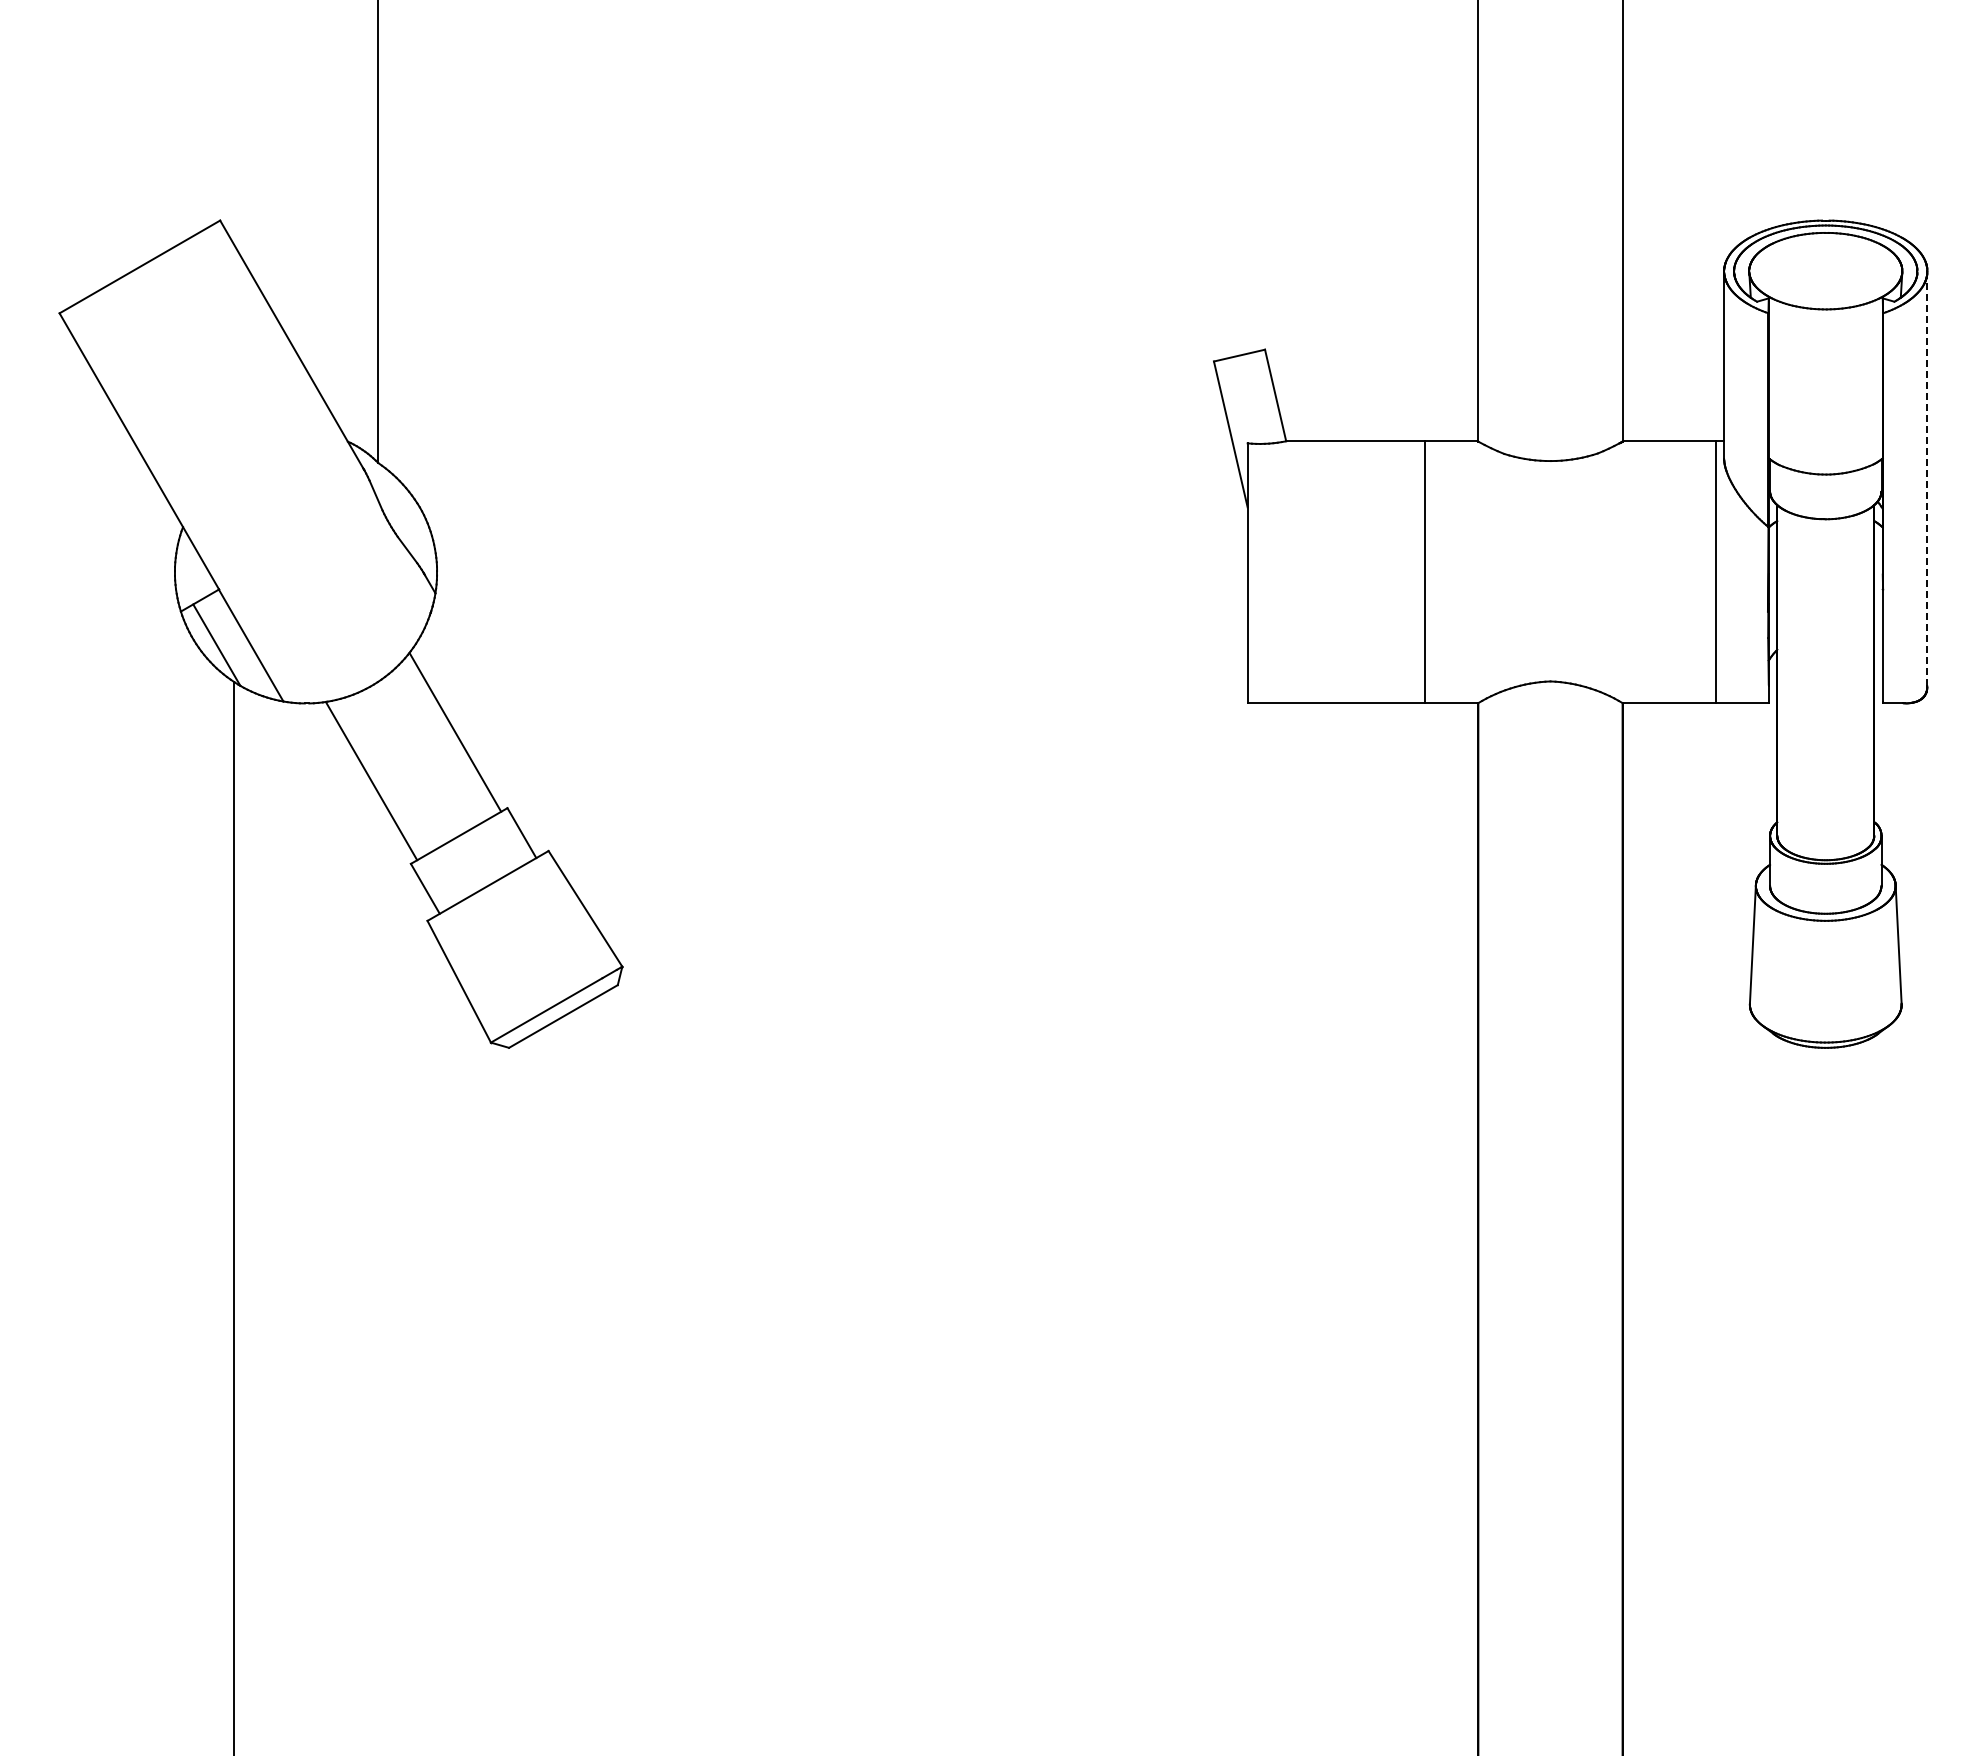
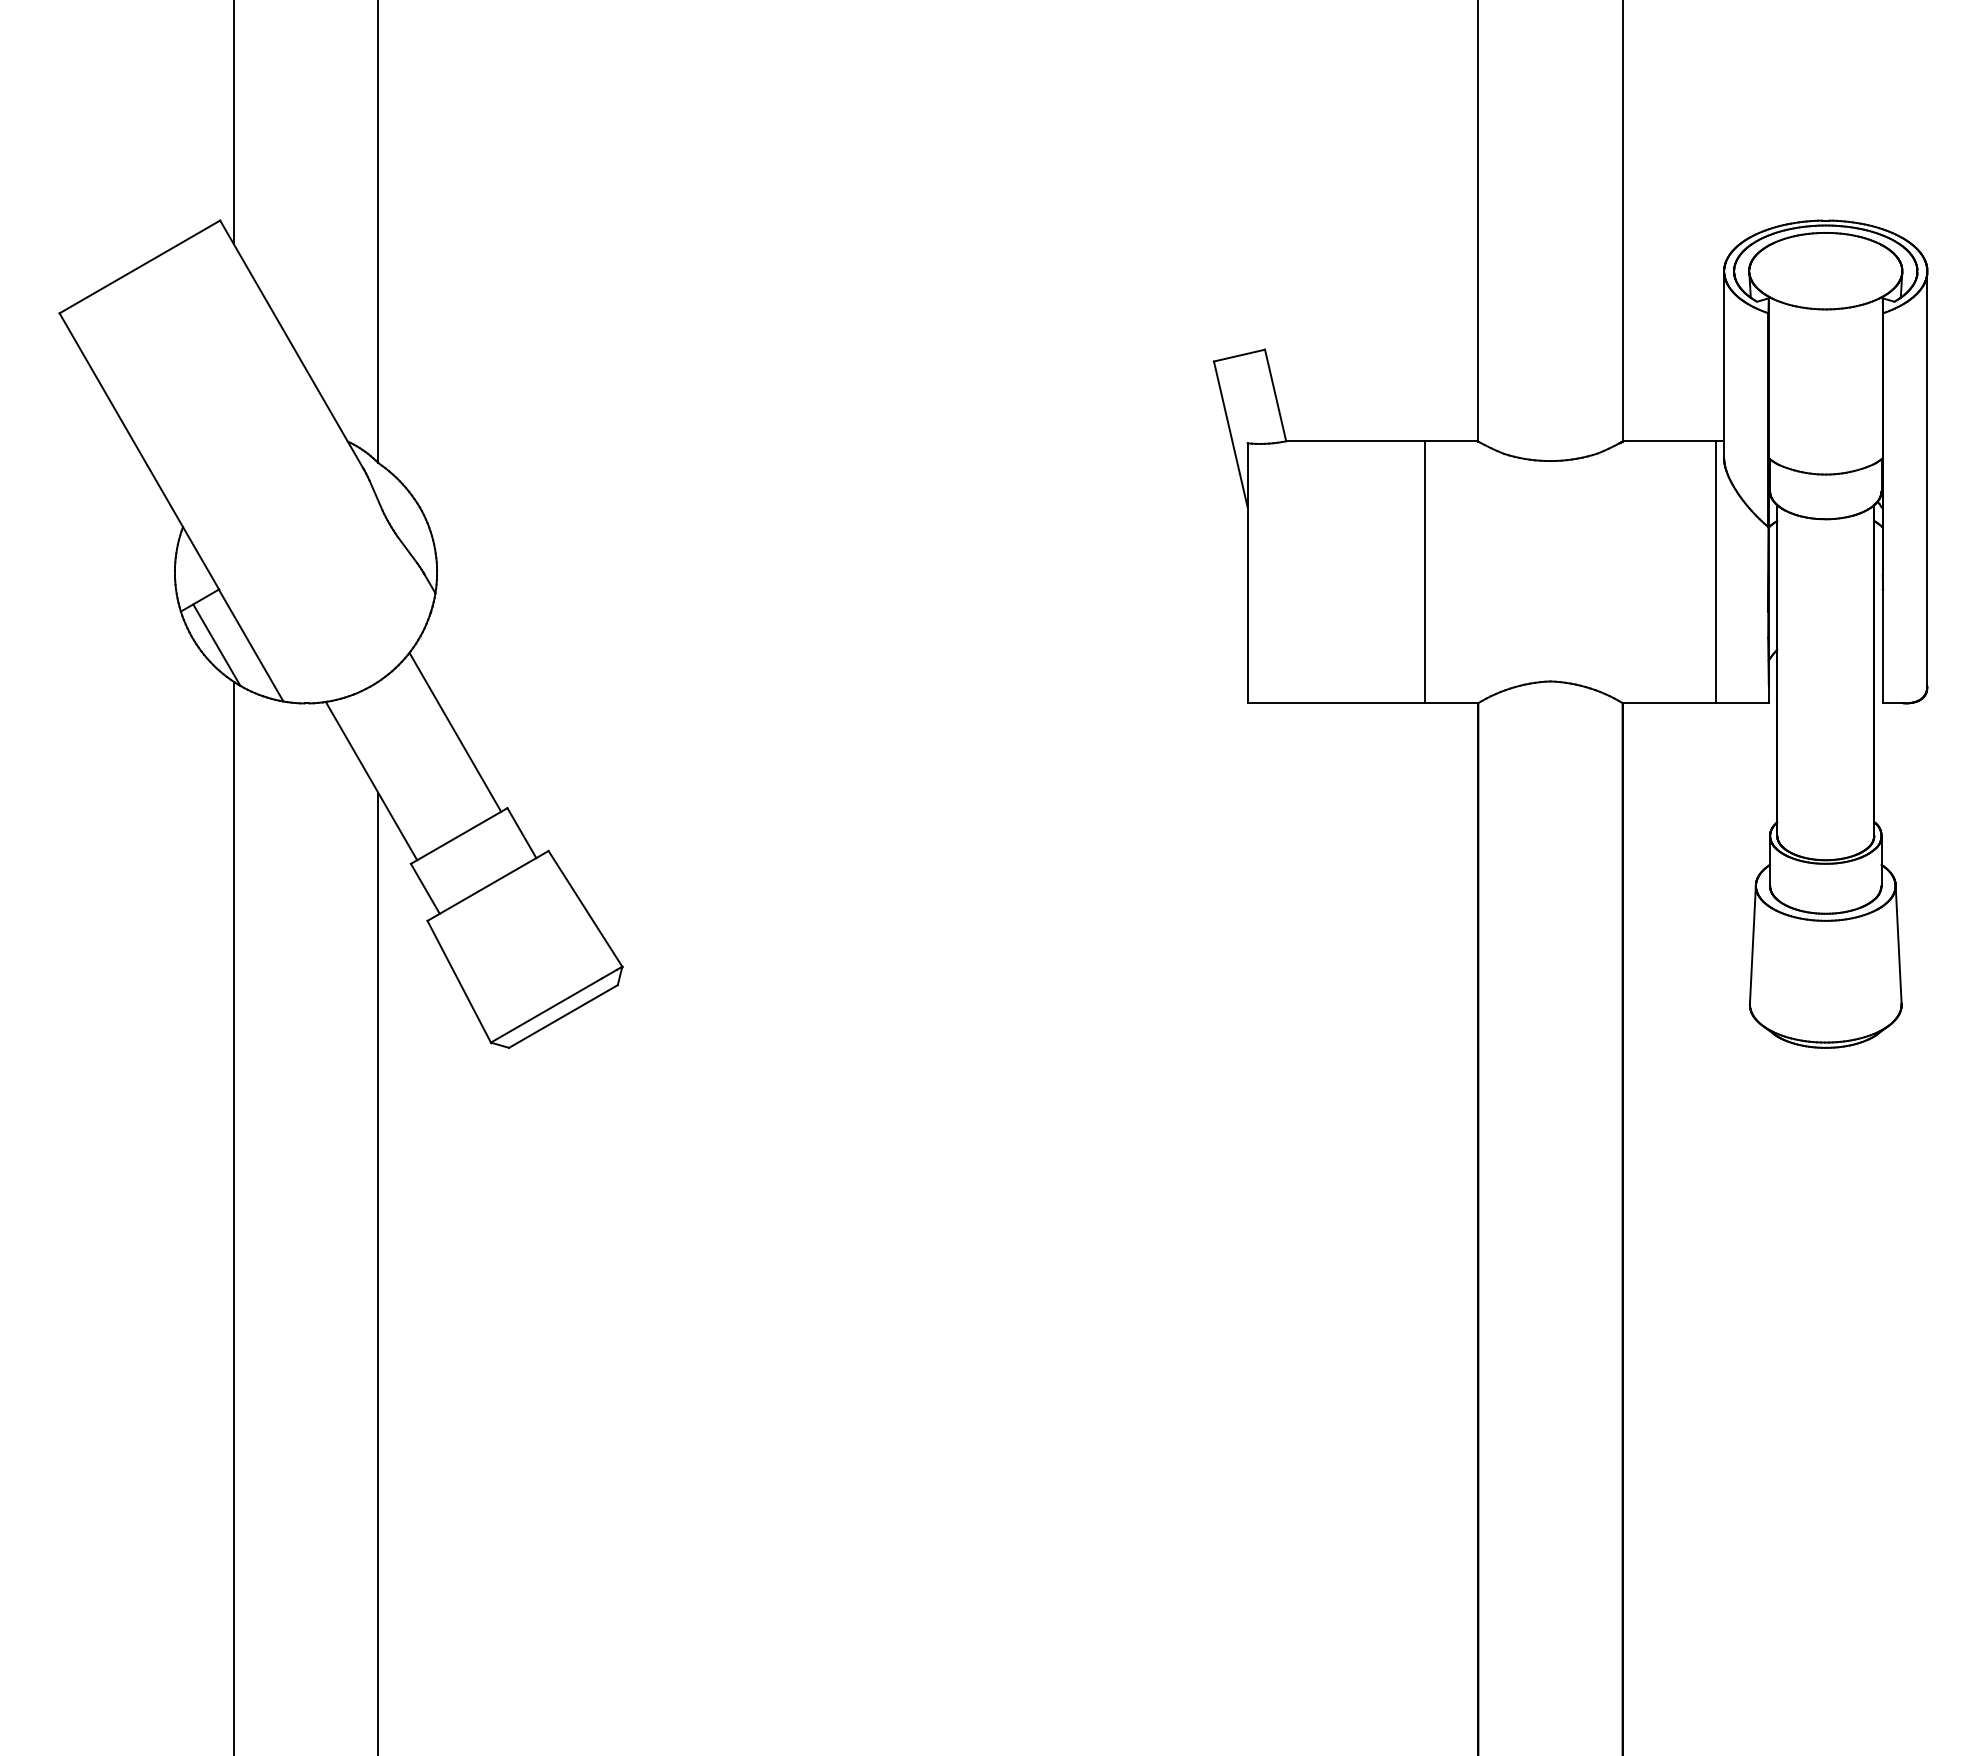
line at (233, 123): none -> present
line at (1927, 478): dashed -> solid
line at (378, 1272): none -> present
